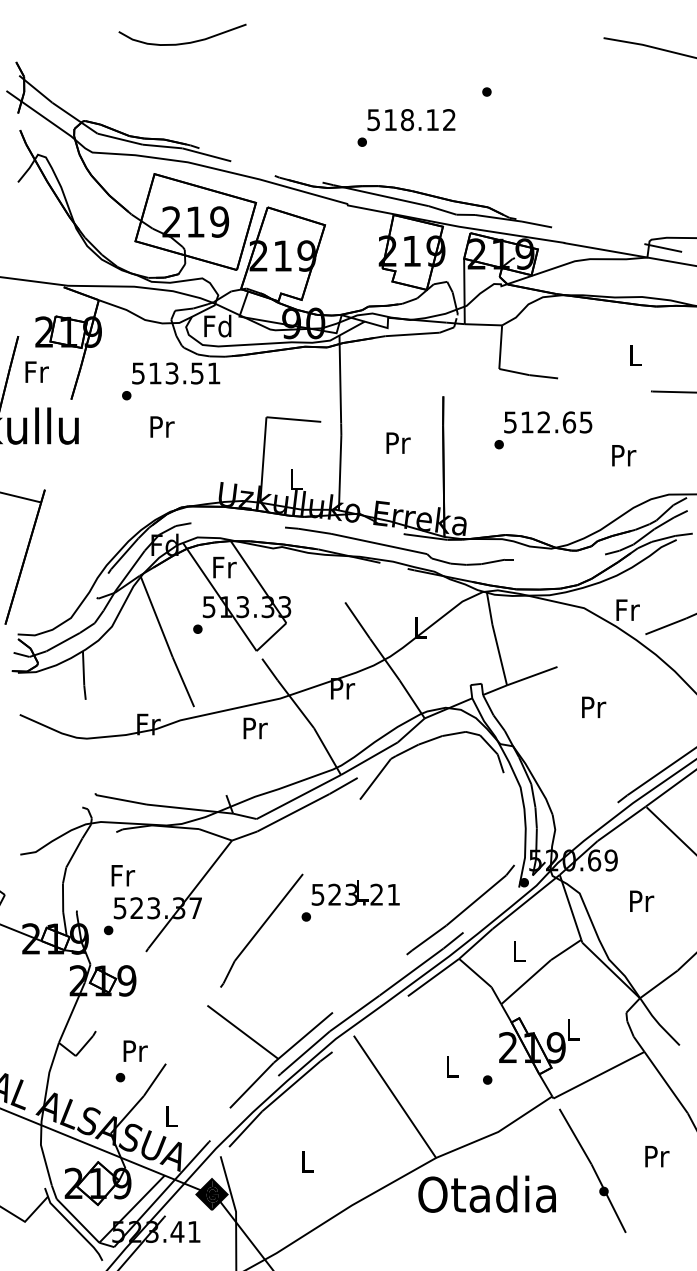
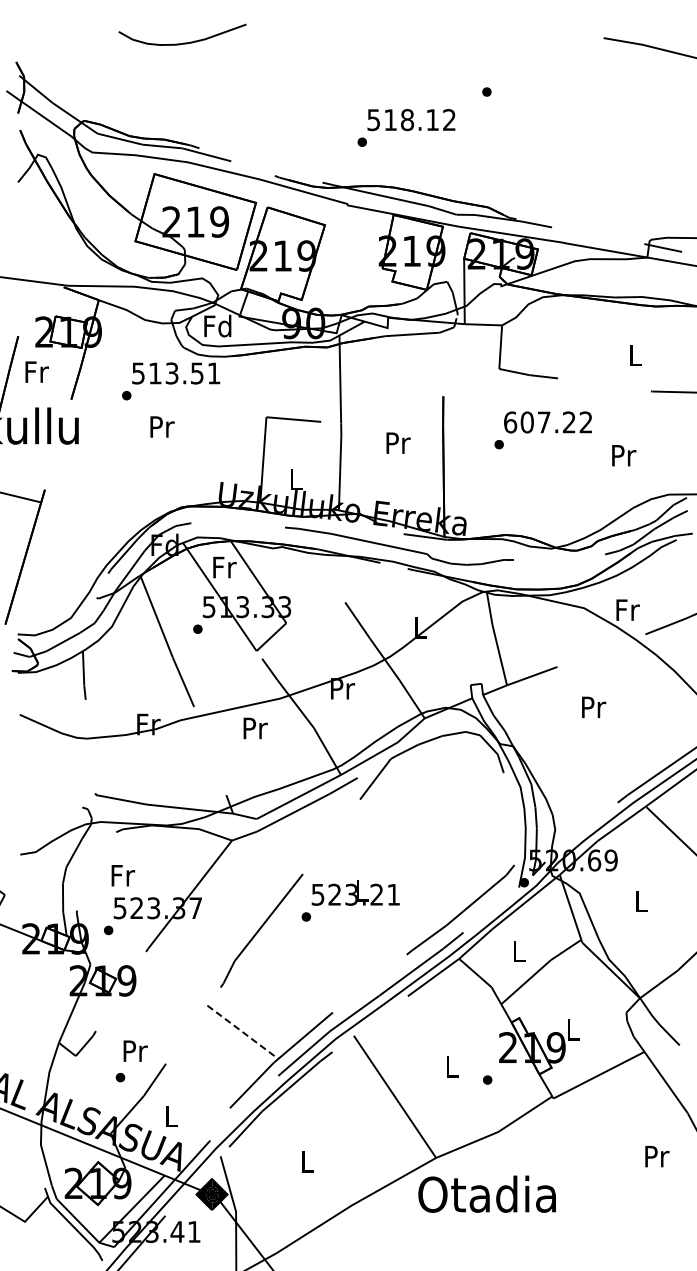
text at (548, 422): 512.65 -> 607.22
text at (642, 900): Pr -> L
line at (243, 1032): solid -> dashed
part at (592, 1170): present -> none
